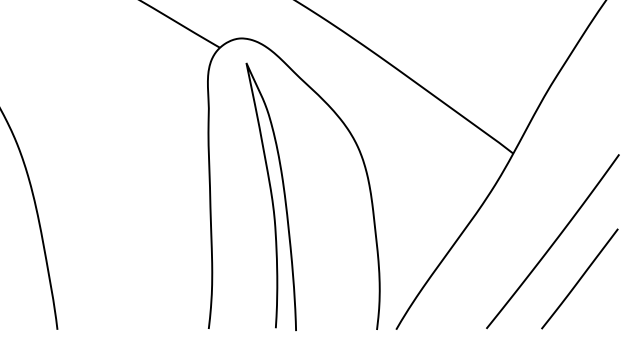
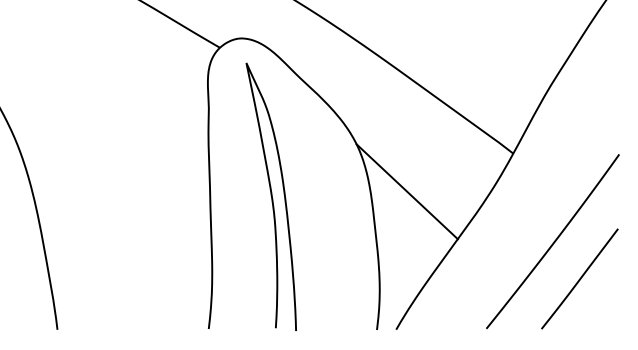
line at (406, 191): none -> present
